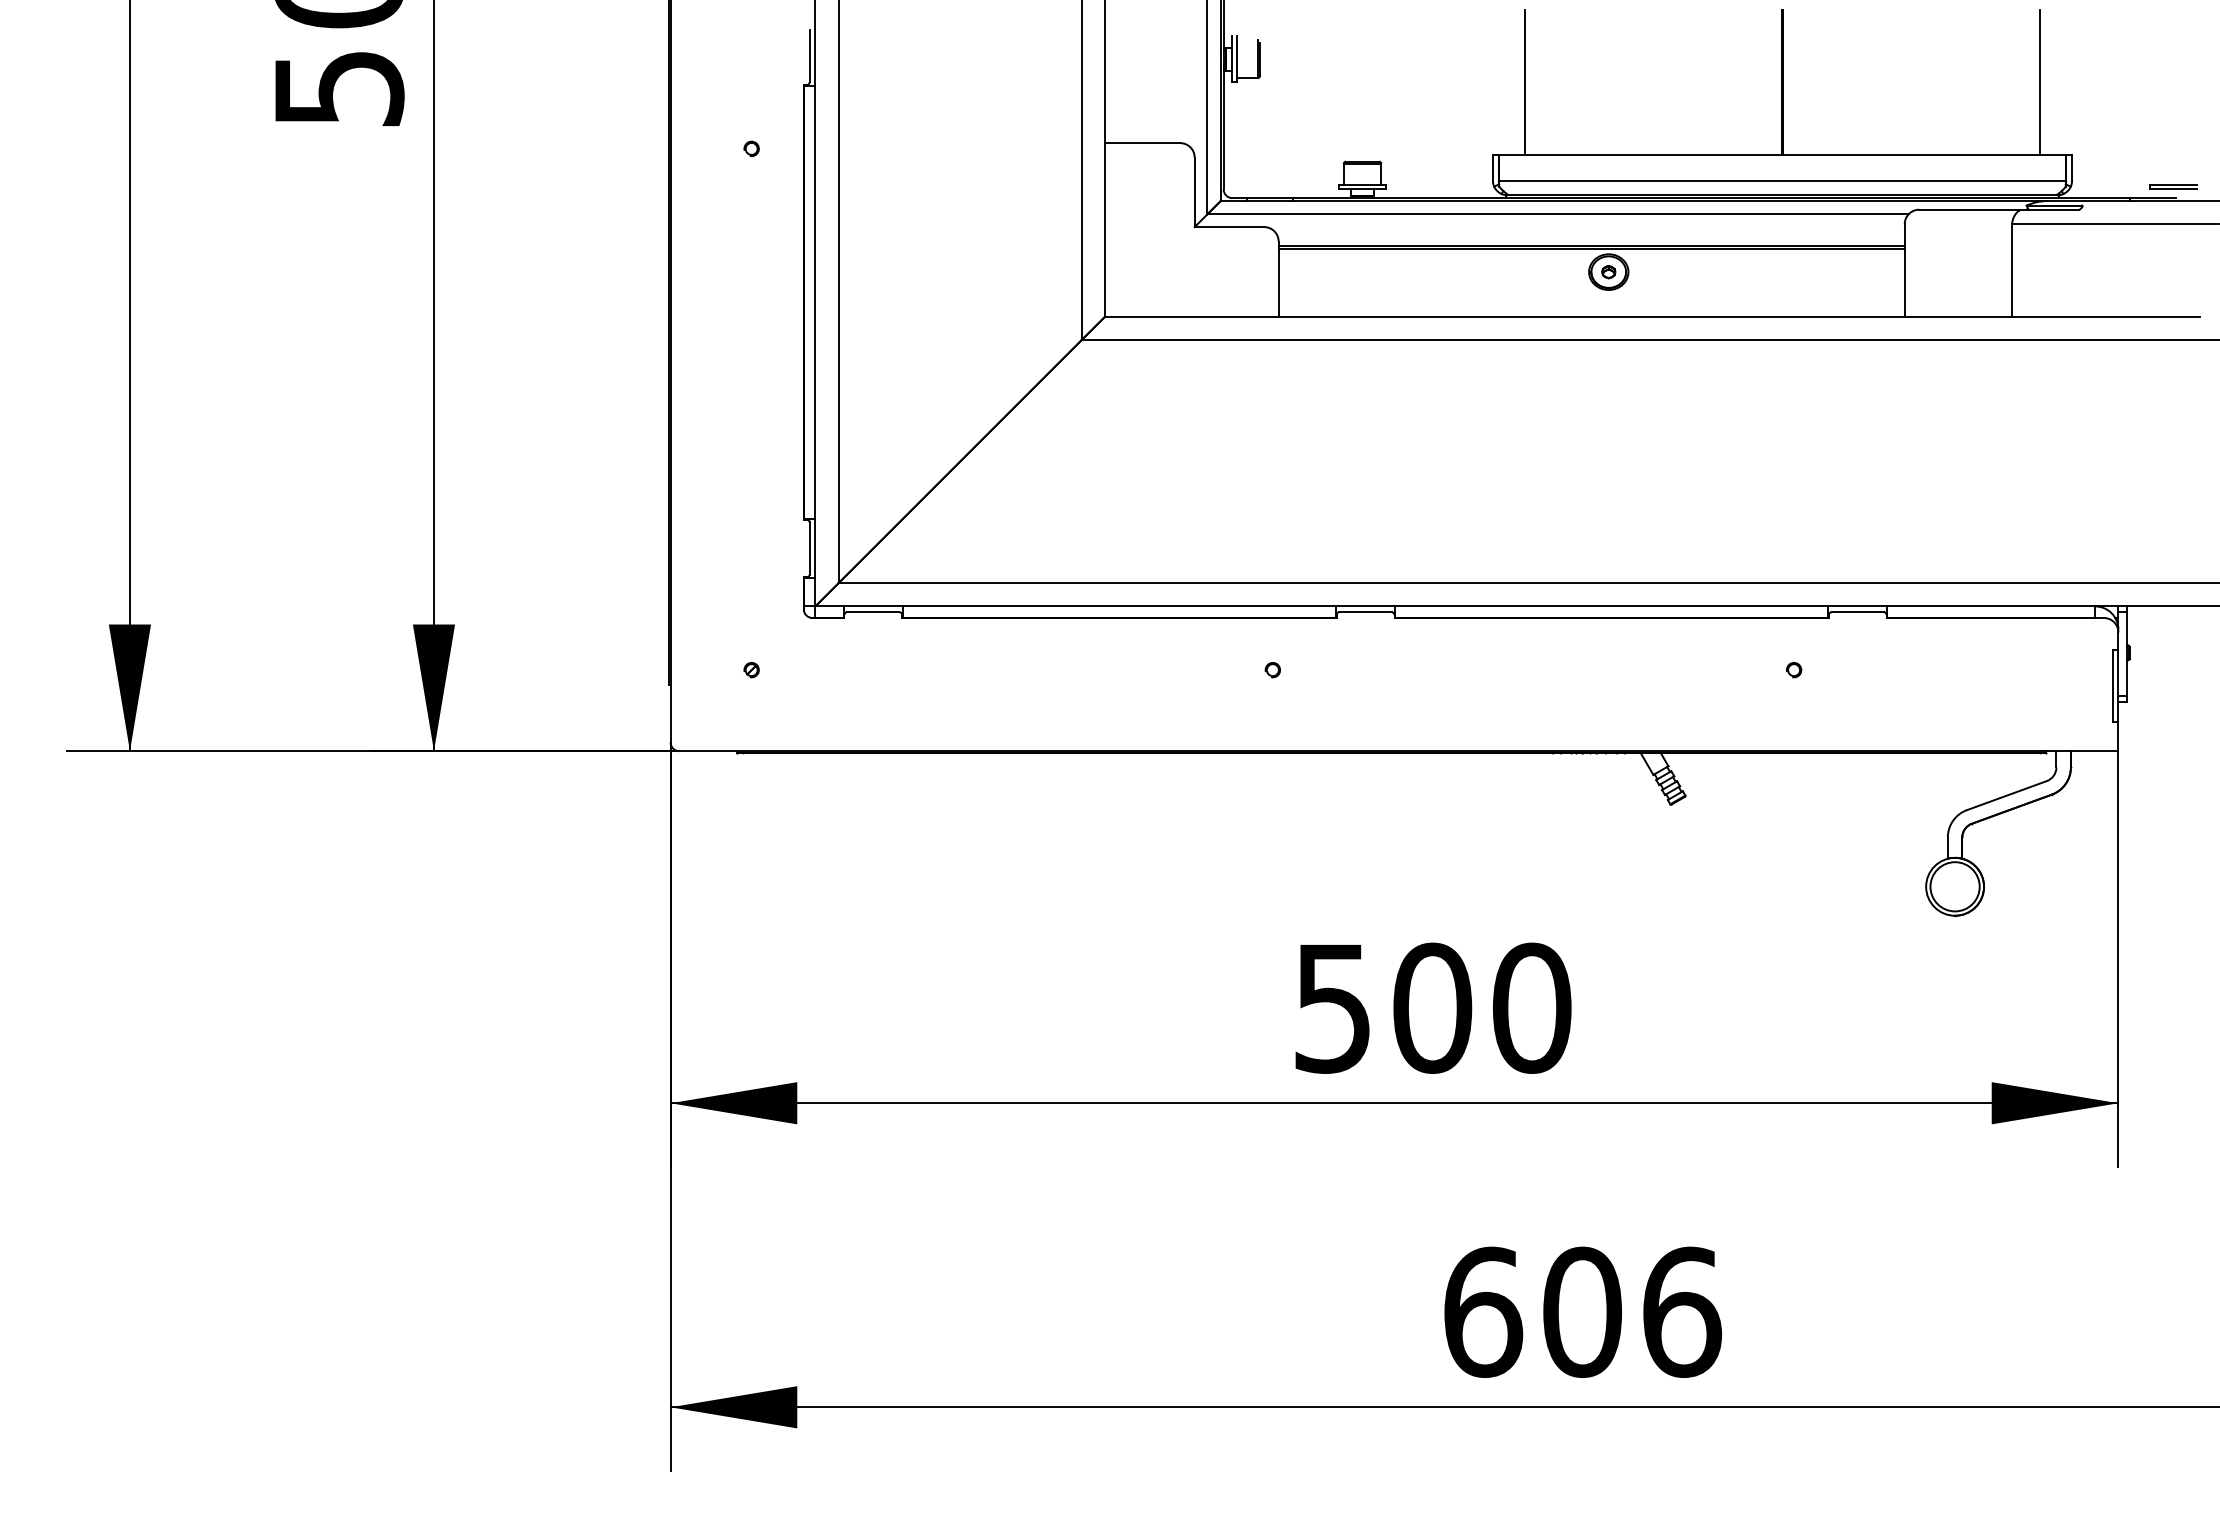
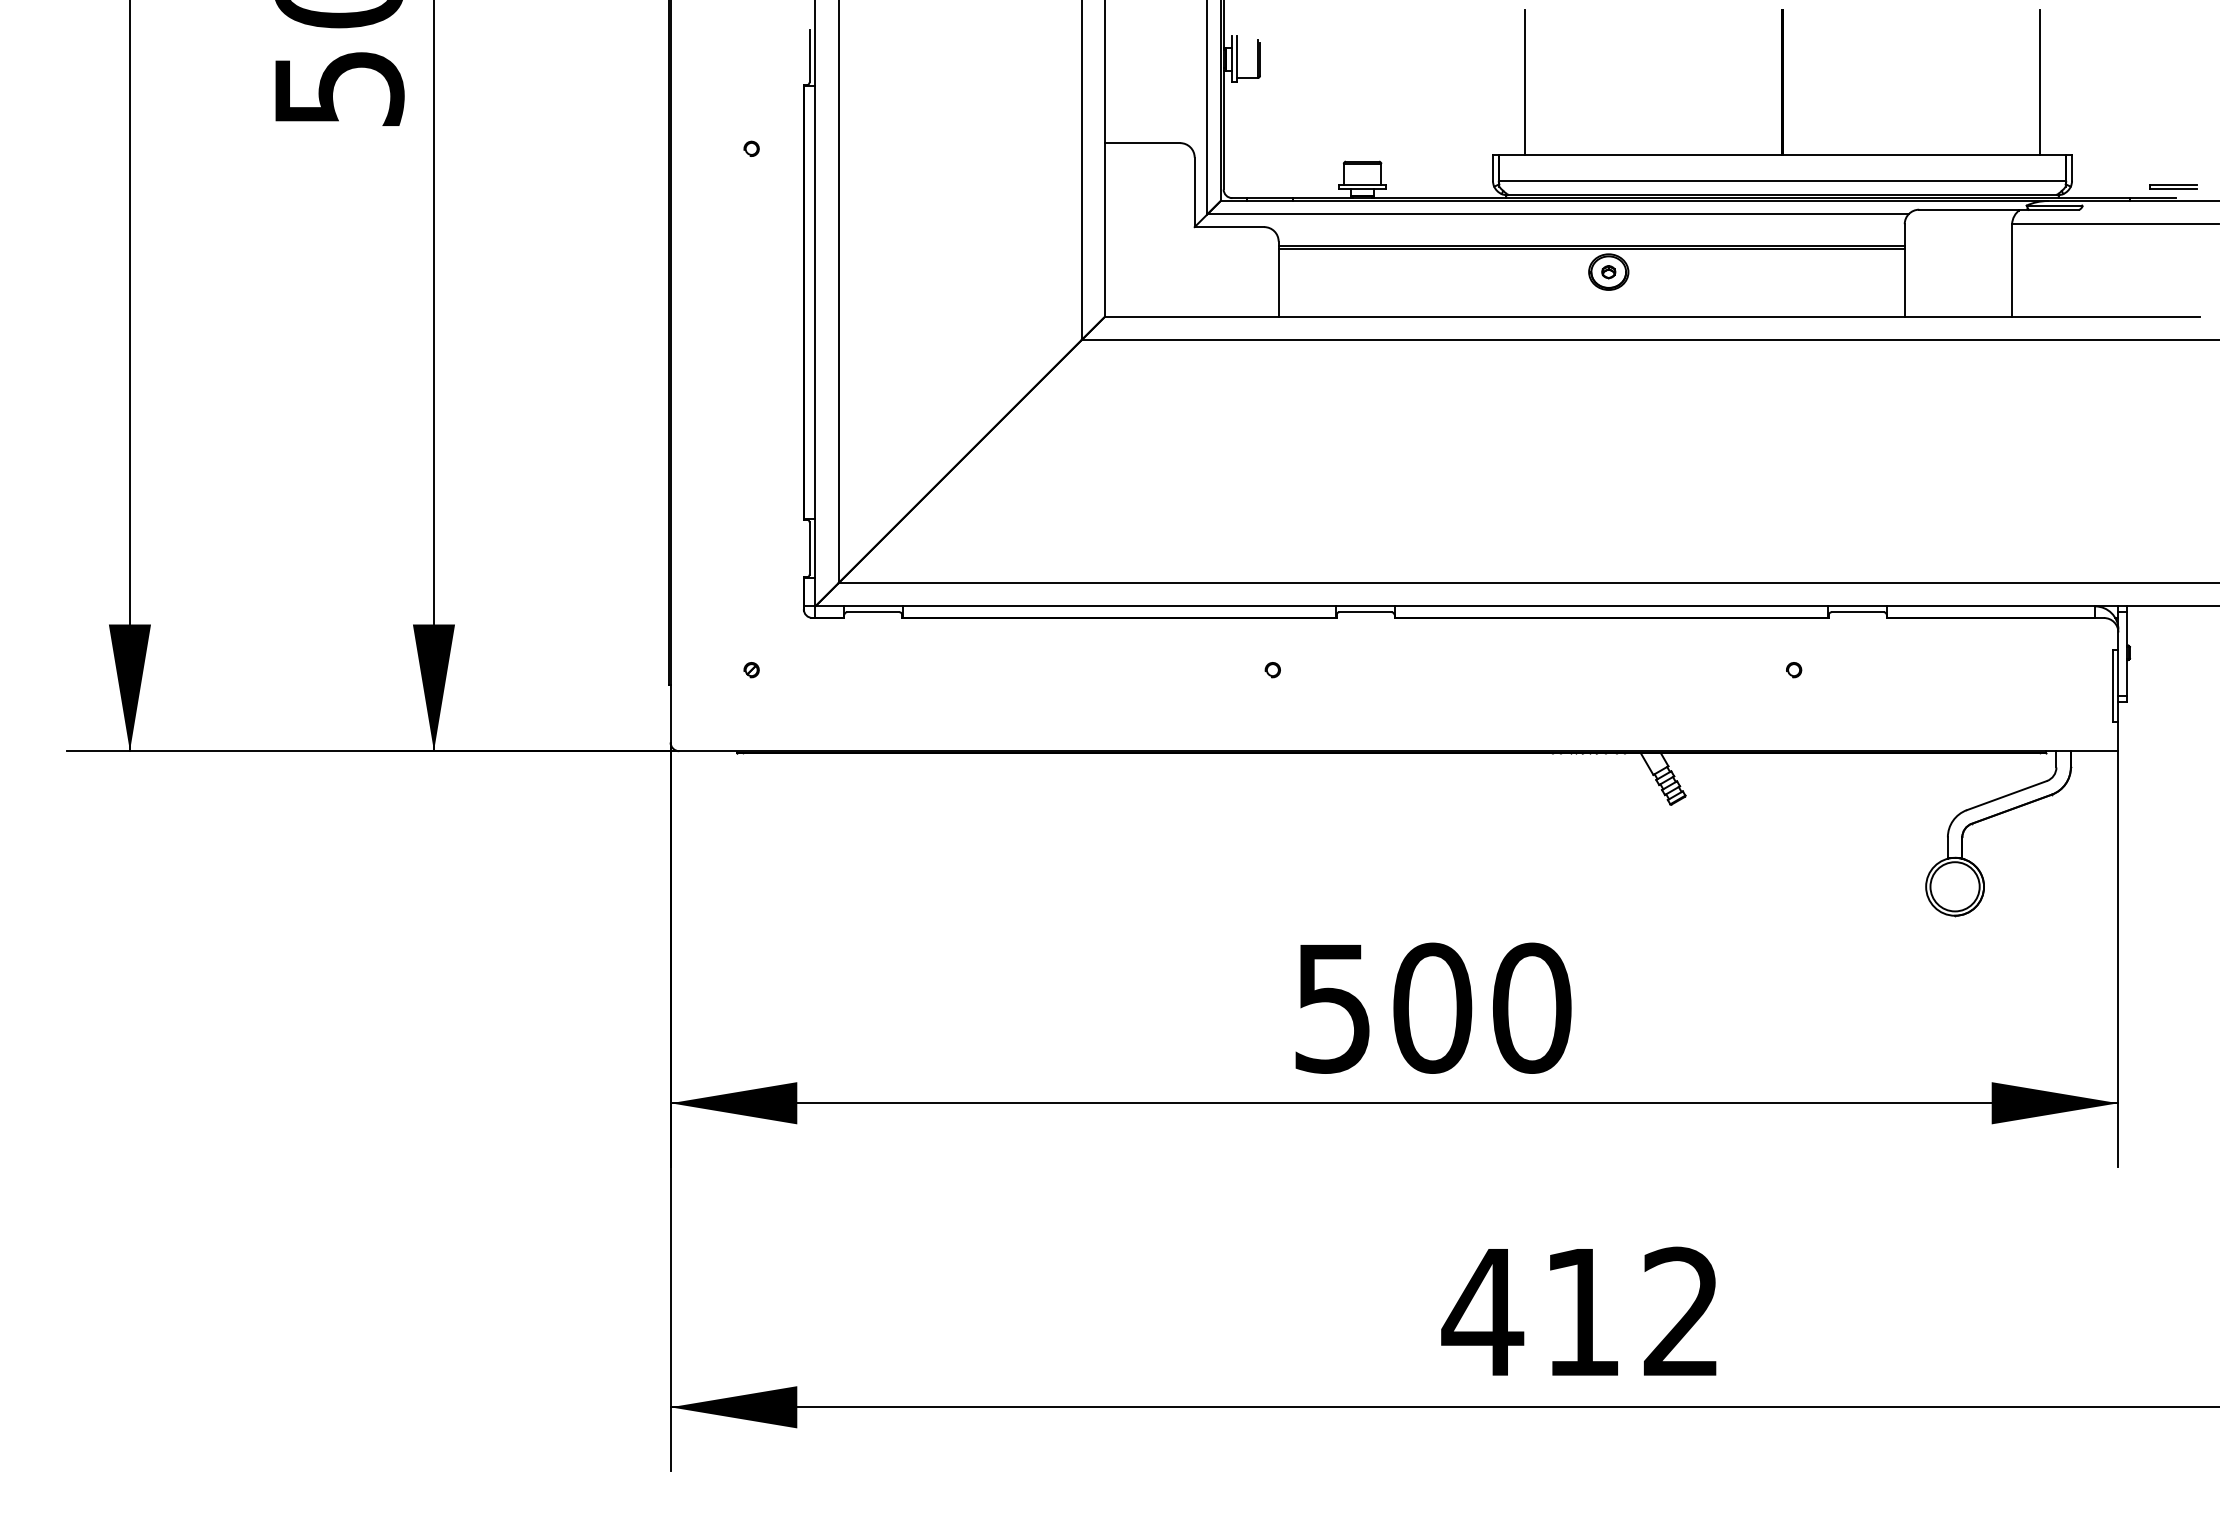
text at (1581, 1311): 606 -> 412
